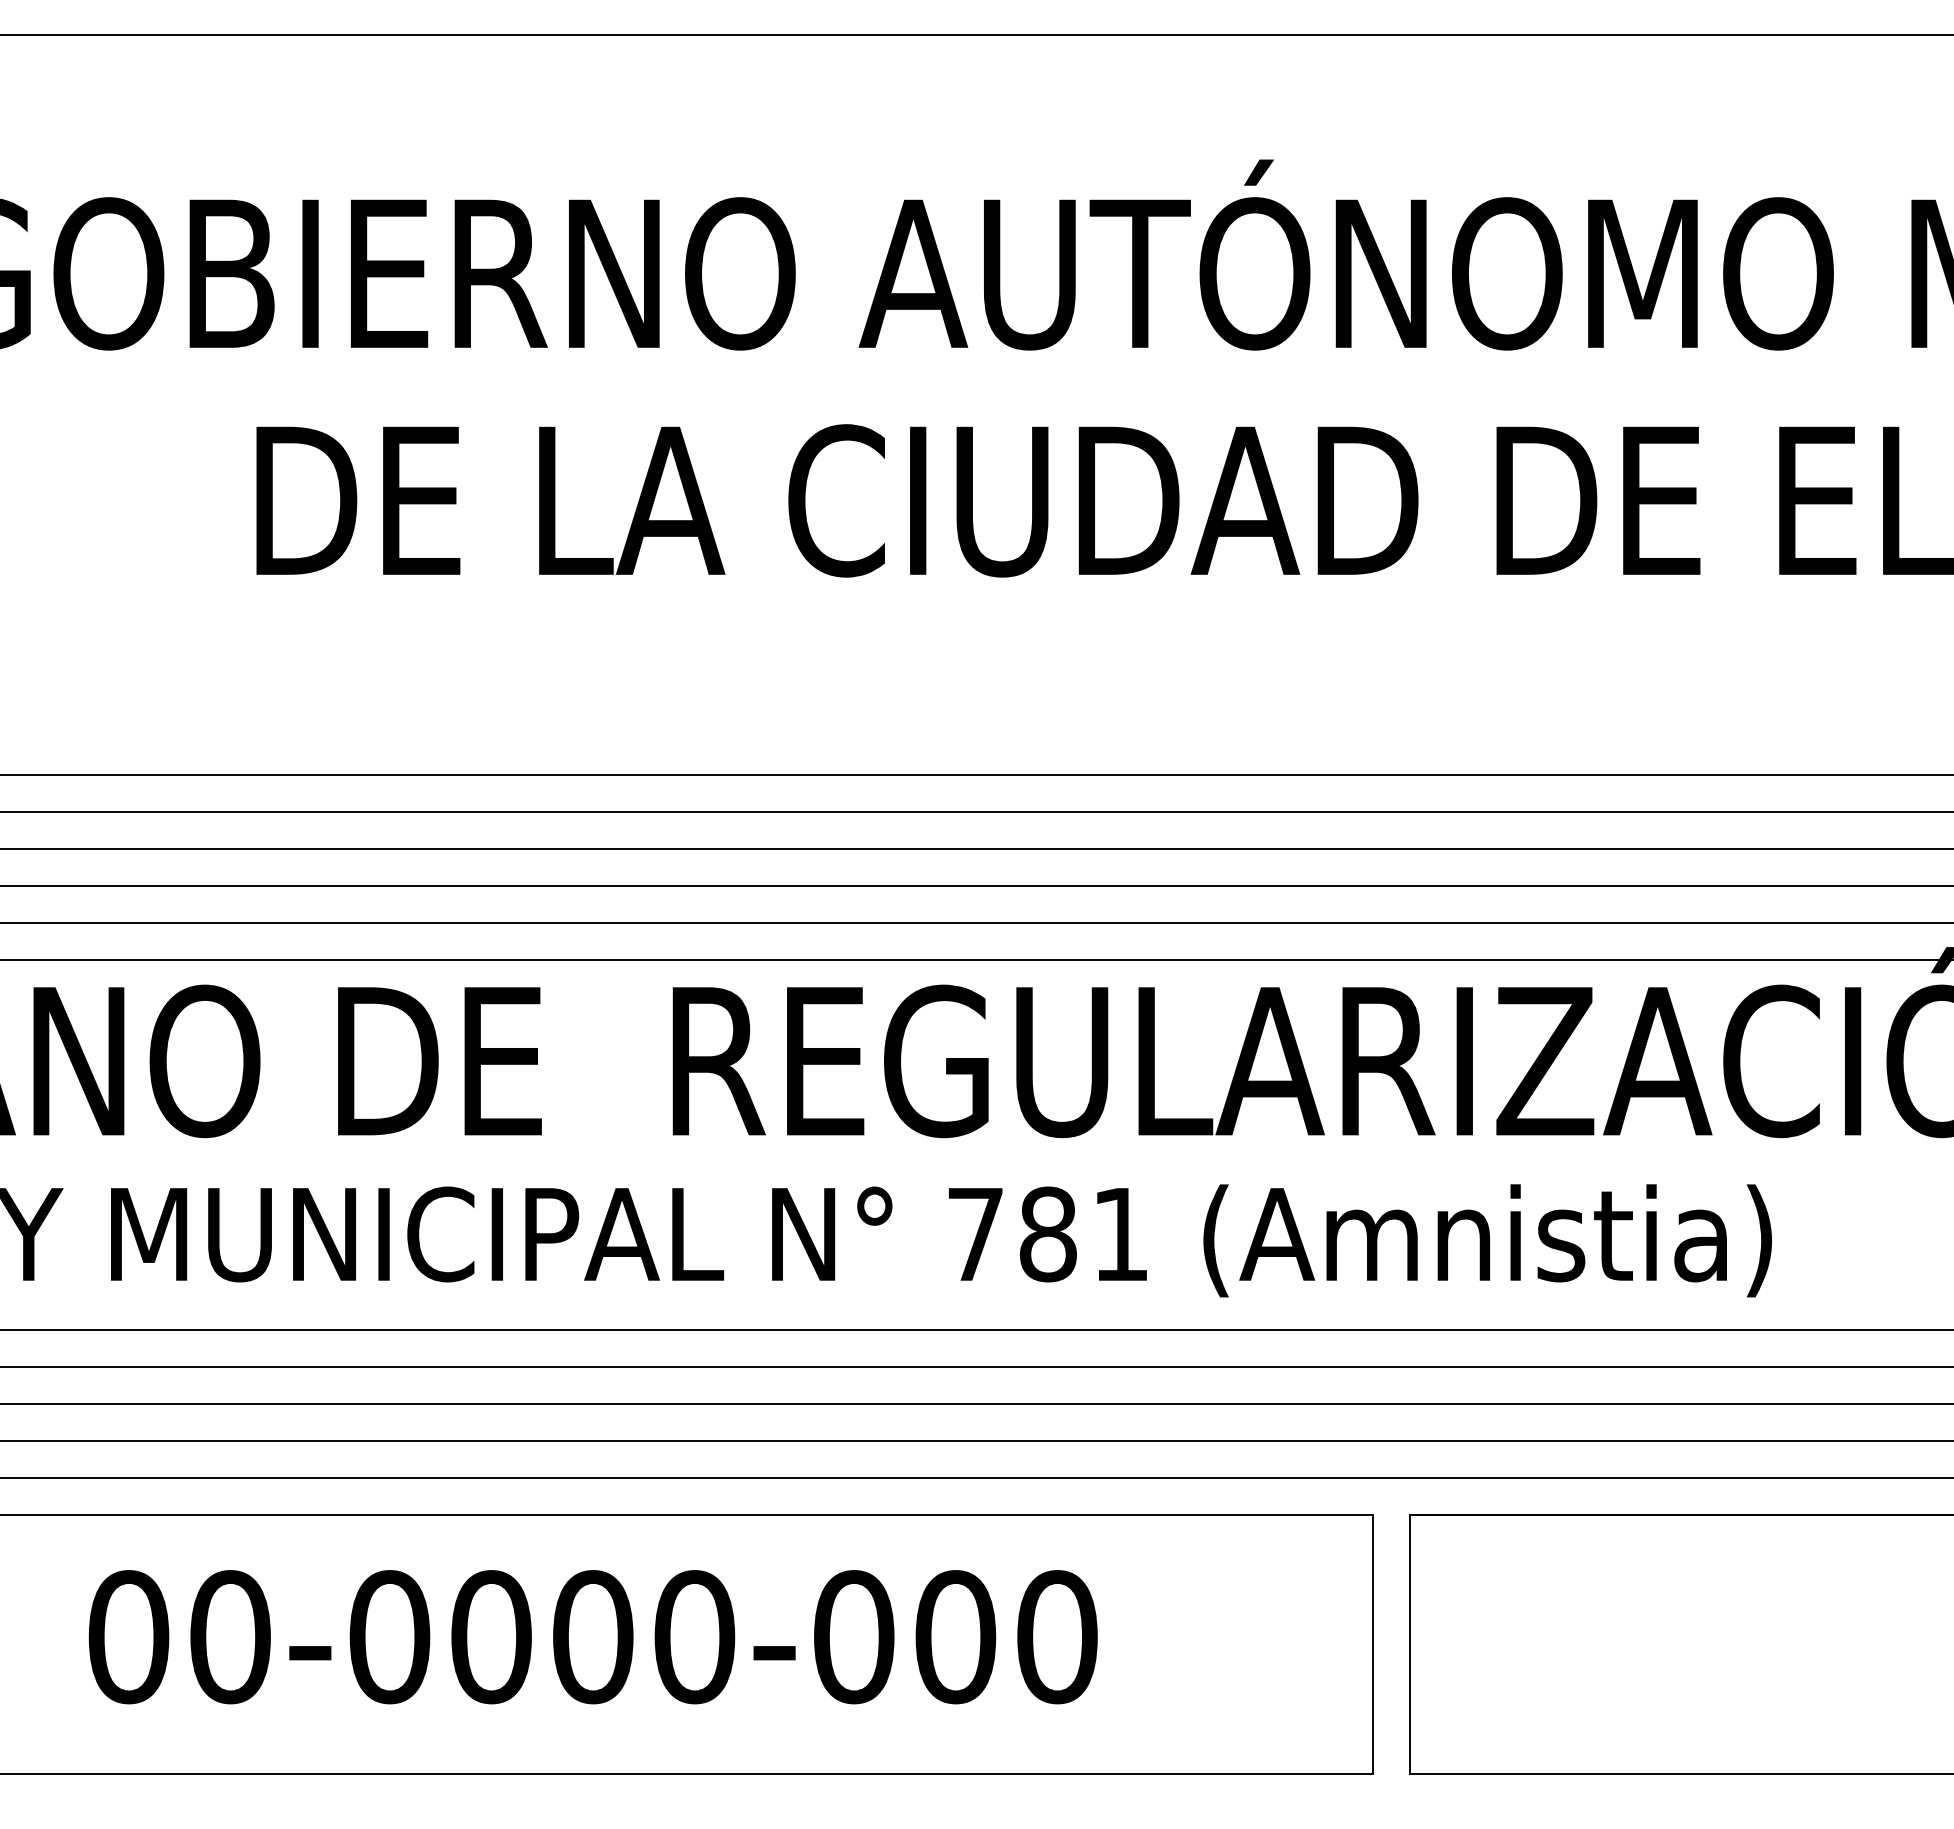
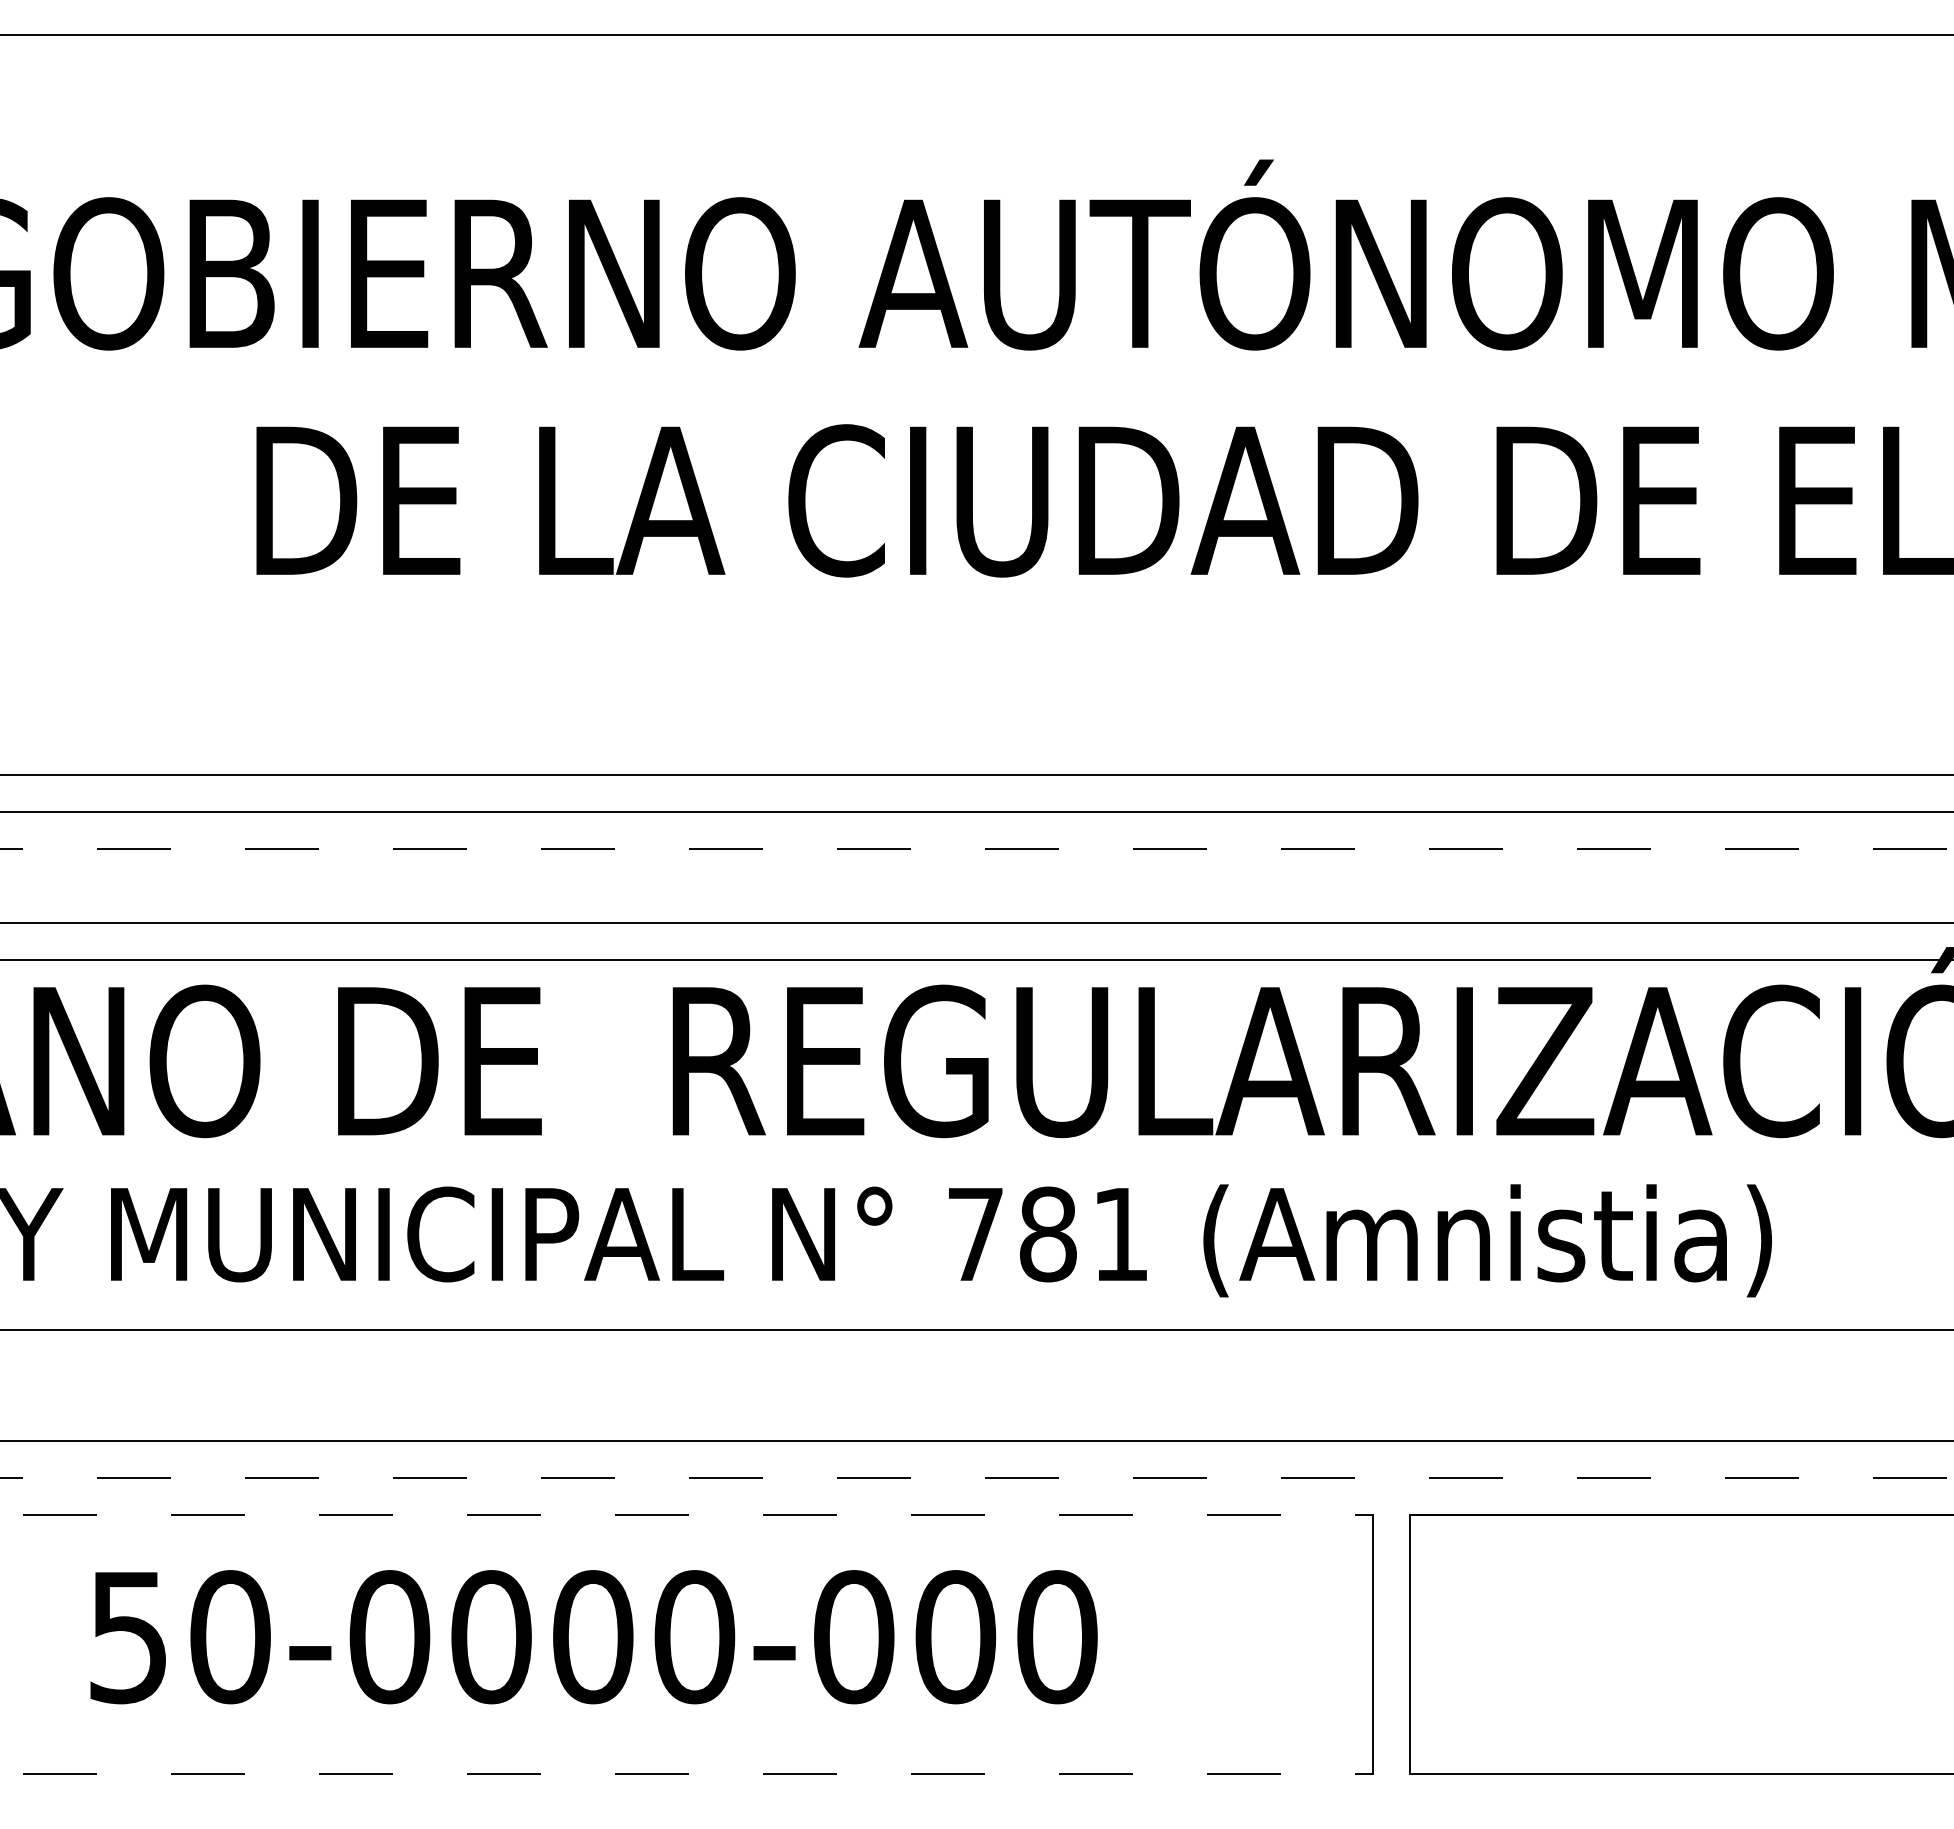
line at (977, 849): solid -> dashed
line at (976, 886): present -> none
line at (976, 1366): present -> none
line at (976, 1403): present -> none
line at (977, 1477): solid -> dashed
line at (687, 1514): solid -> dashed
text at (128, 1637): 00-0000-000 -> 50-0000-000
line at (687, 1773): solid -> dashed
